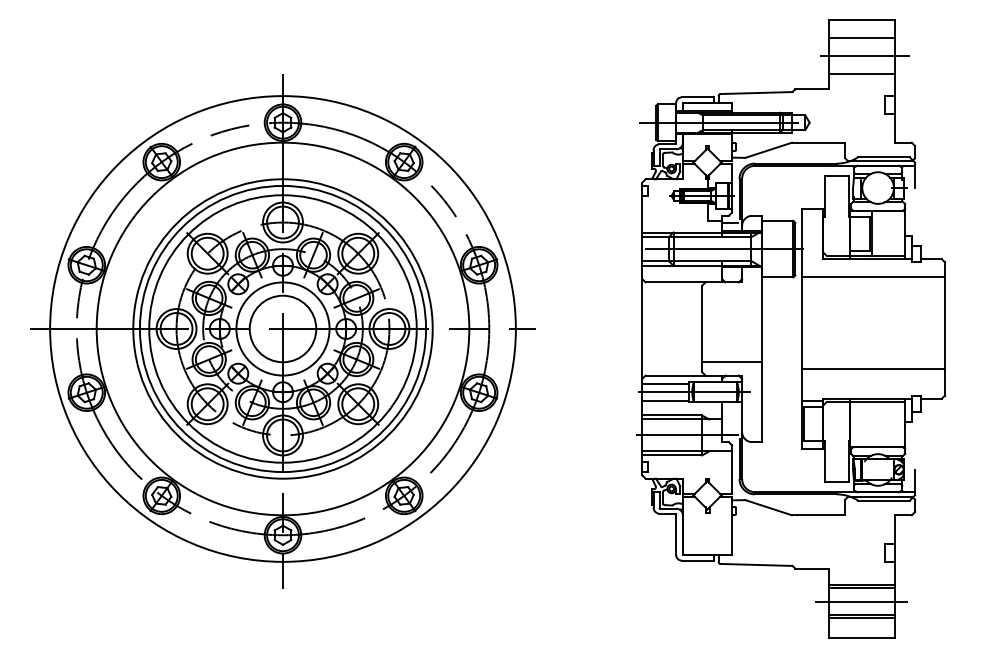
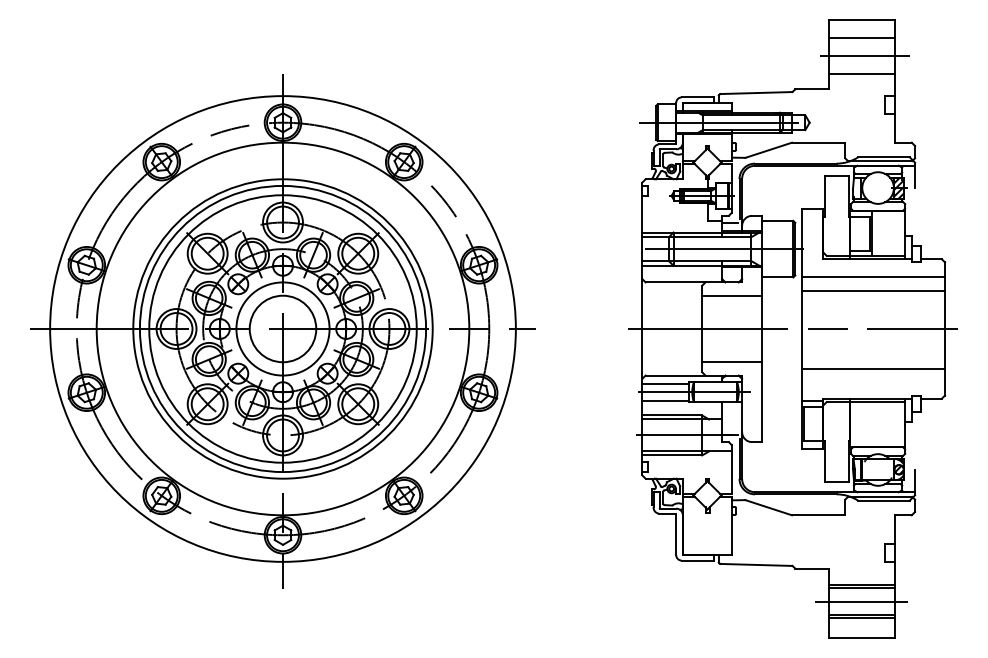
hatch at (898, 188): none -> present
line at (873, 291): none -> present
line at (732, 295): none -> present
line at (792, 329): none -> present
